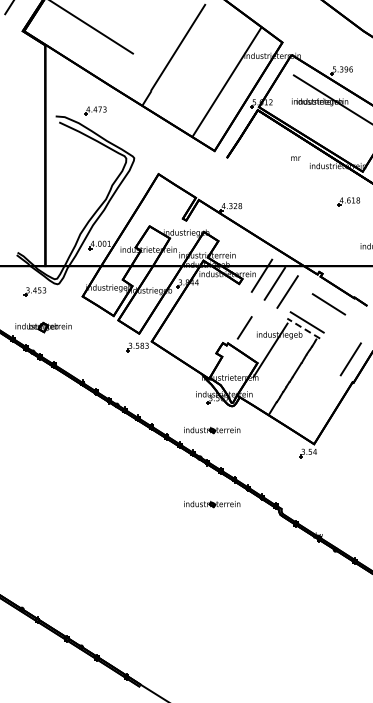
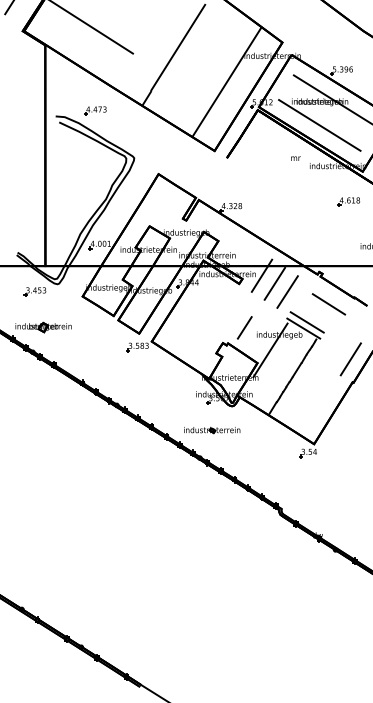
line at (319, 125): none -> present
line at (303, 328): dashed -> solid
part at (212, 504): present -> none
